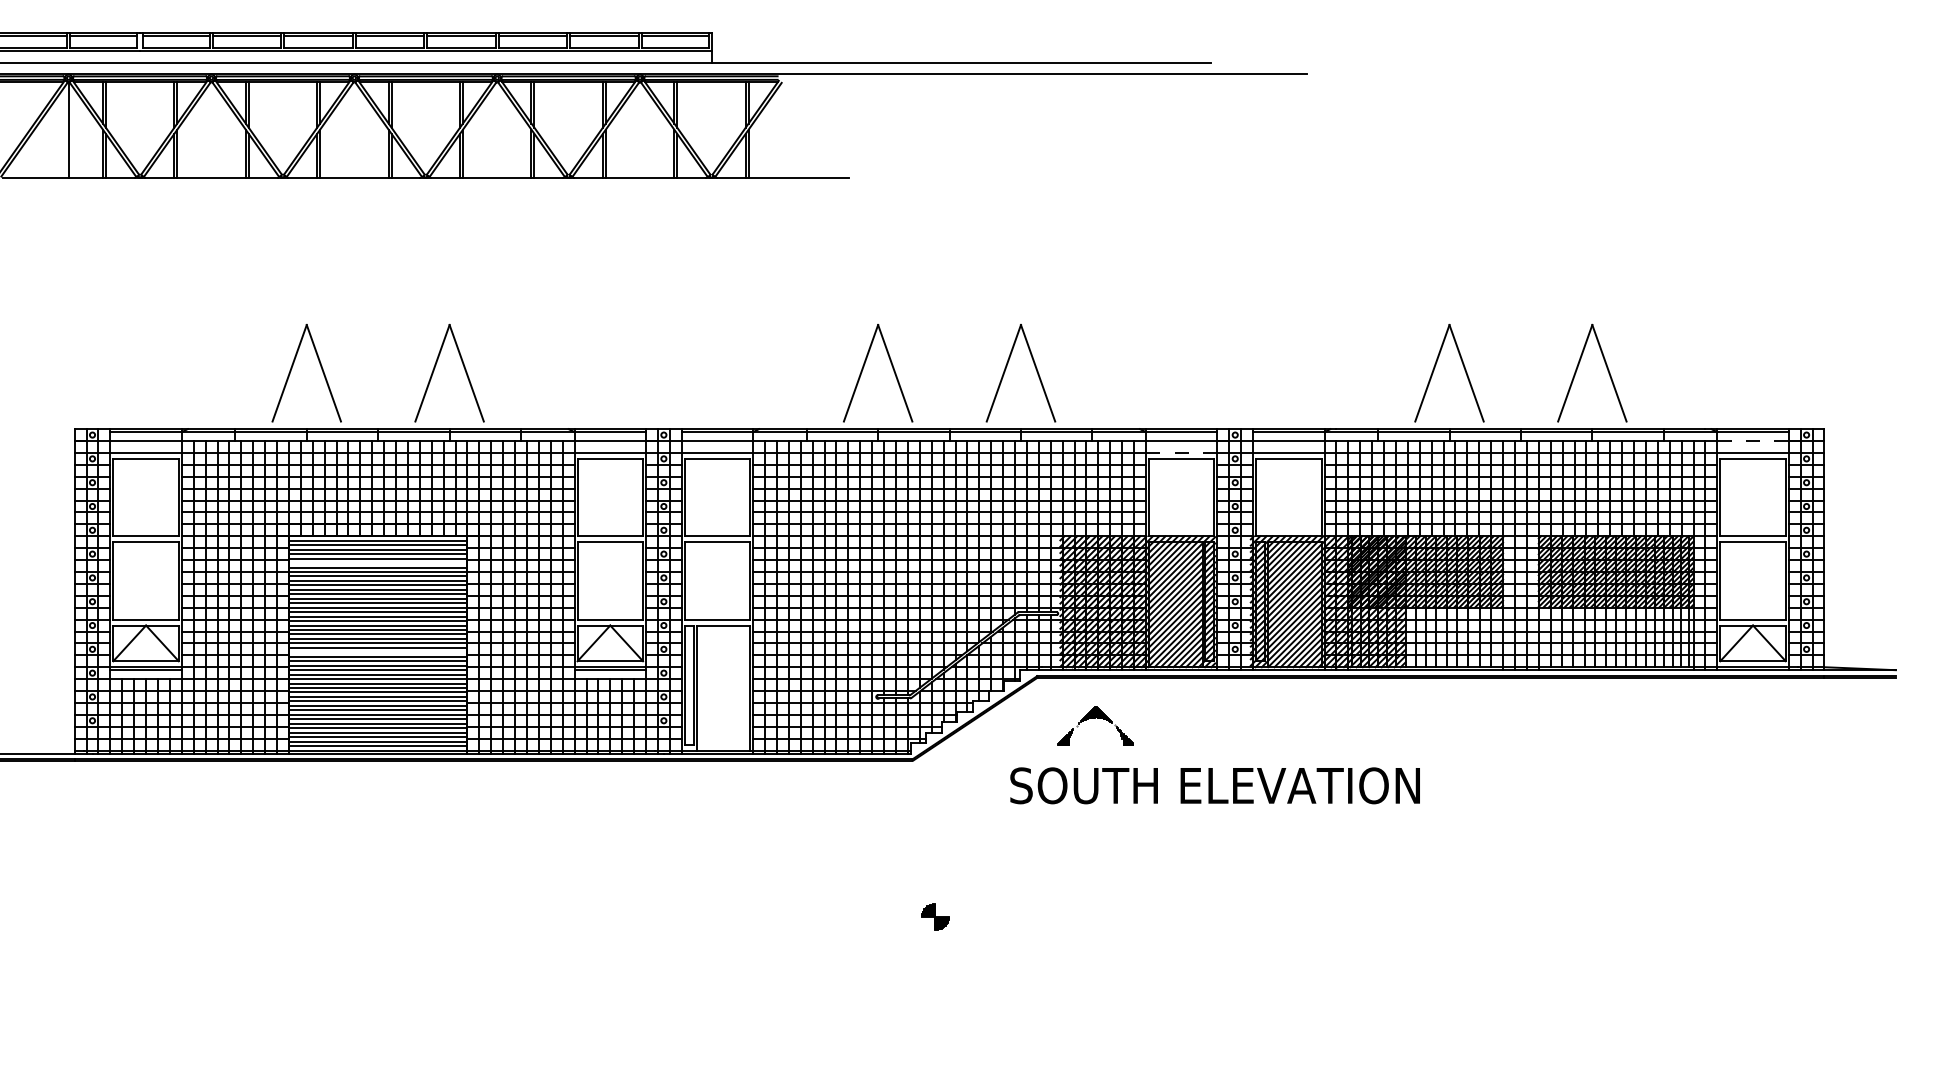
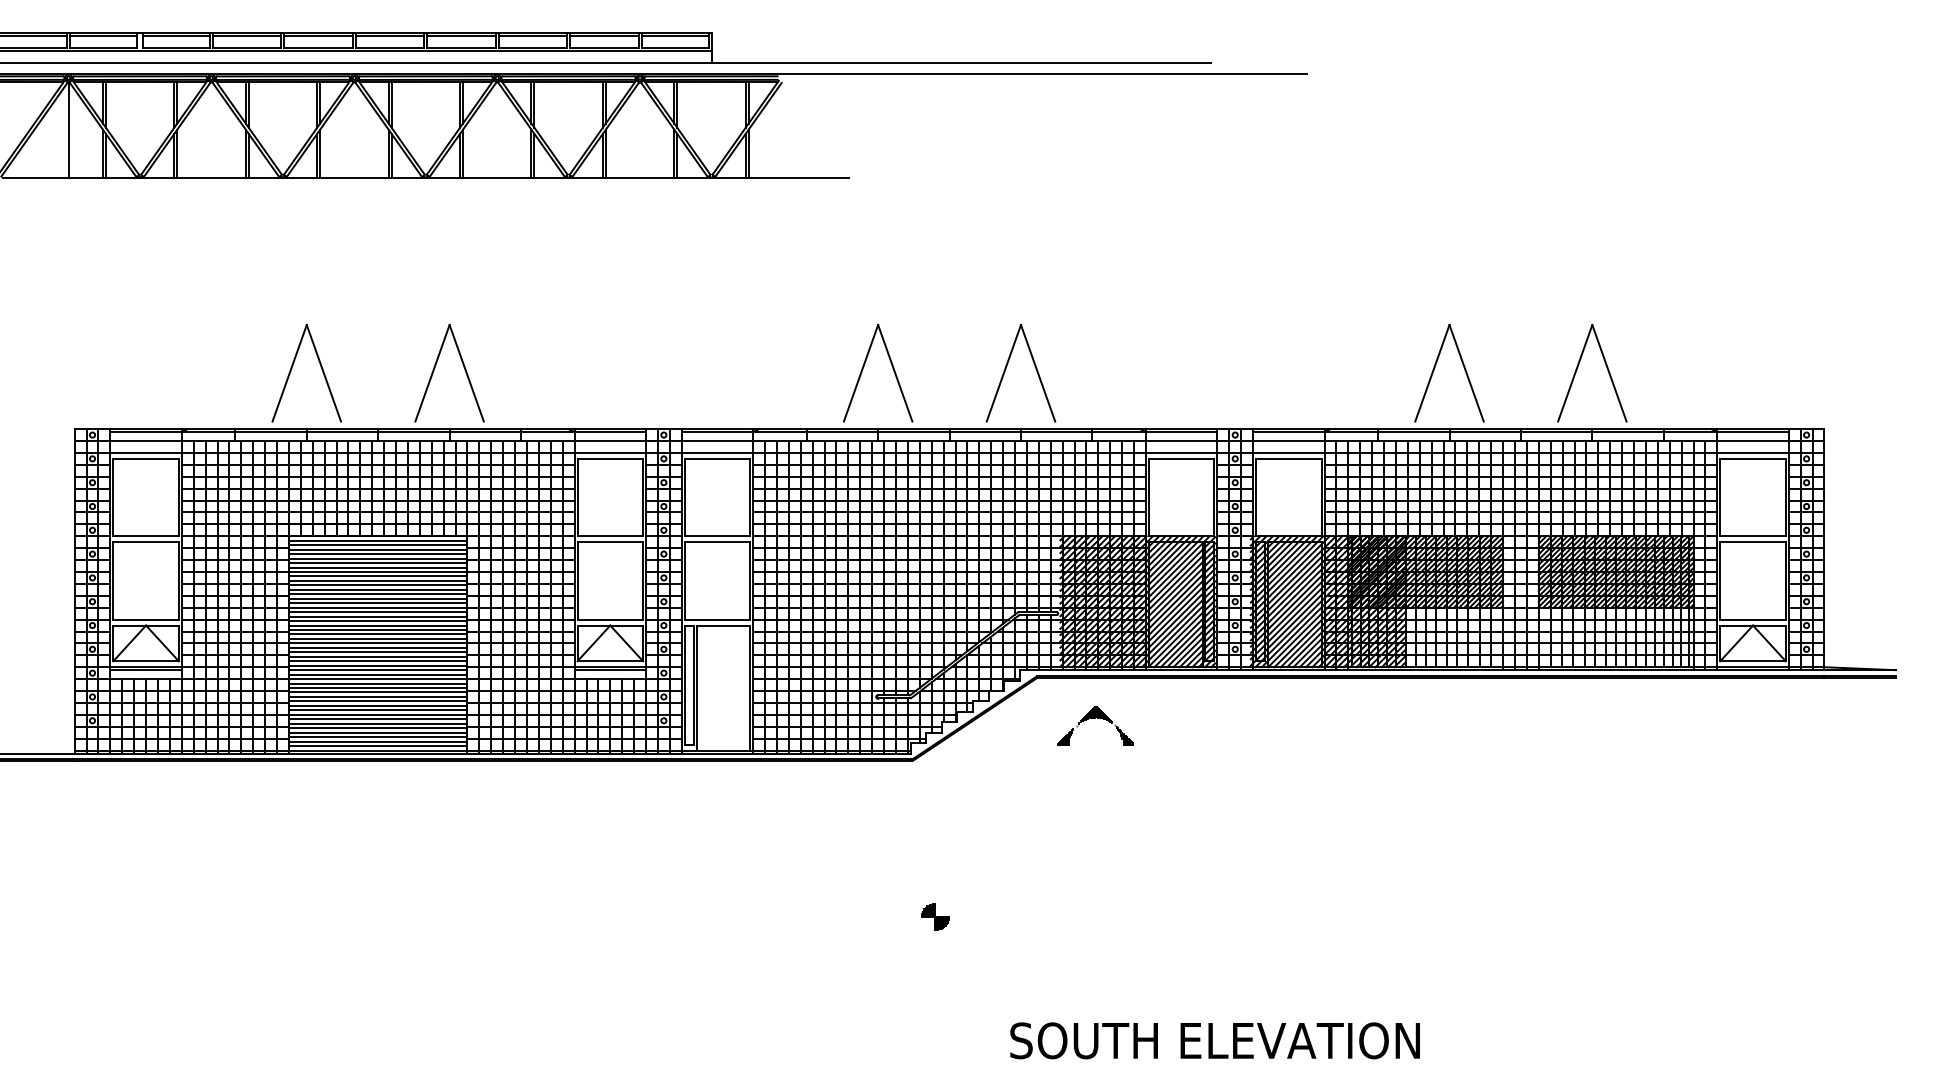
line at (1753, 441): dashed -> solid
line at (1181, 452): dashed -> solid
line at (377, 563): none -> present
line at (377, 652): none -> present
text at (1214, 785) position: (1214, 785) -> (1214, 1040)
